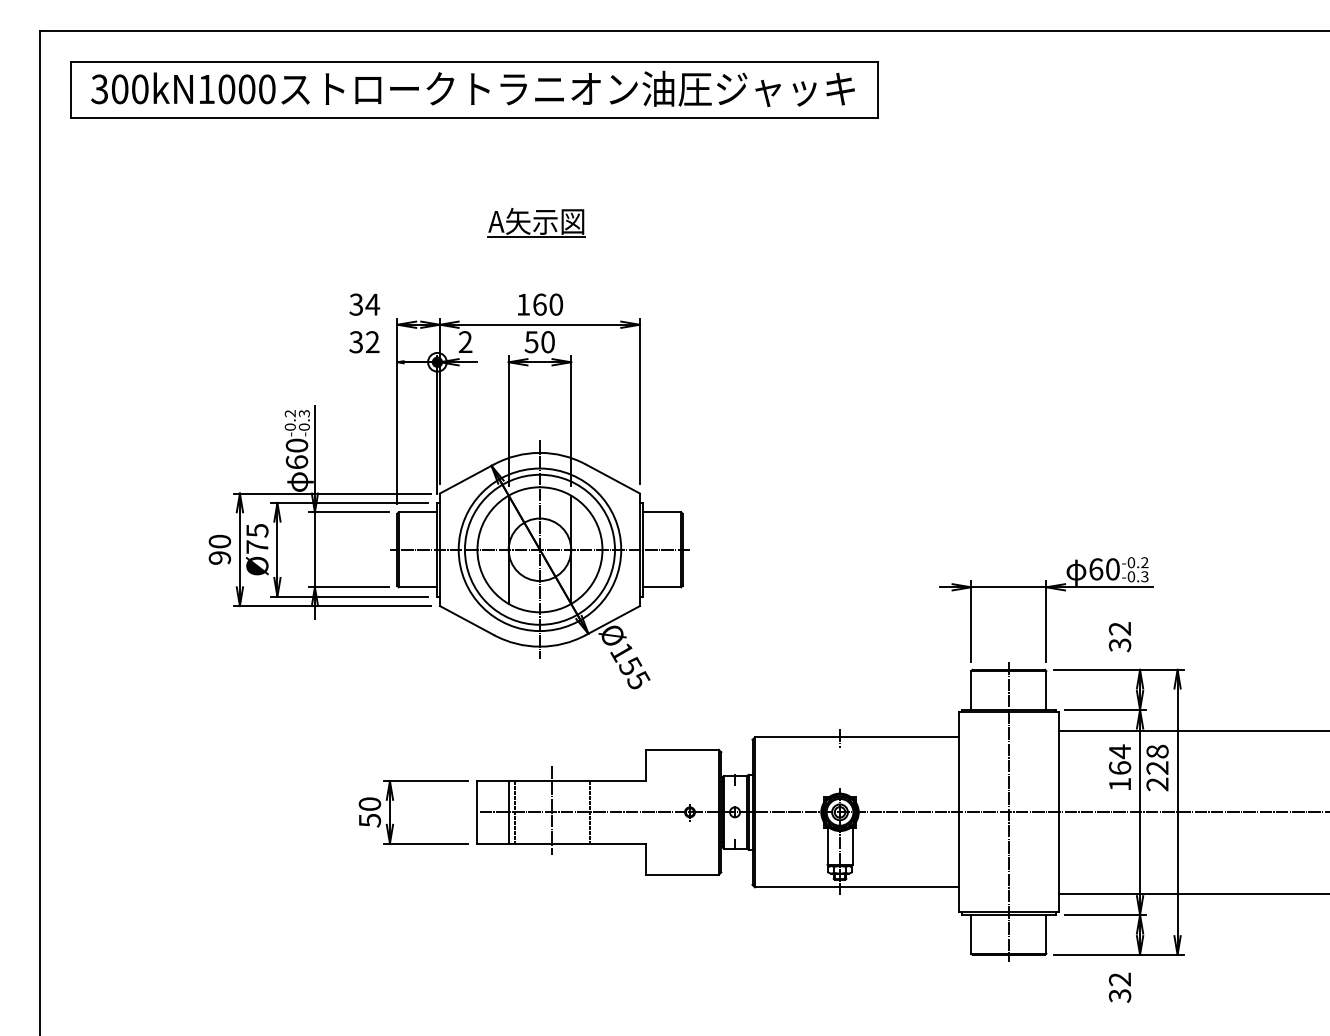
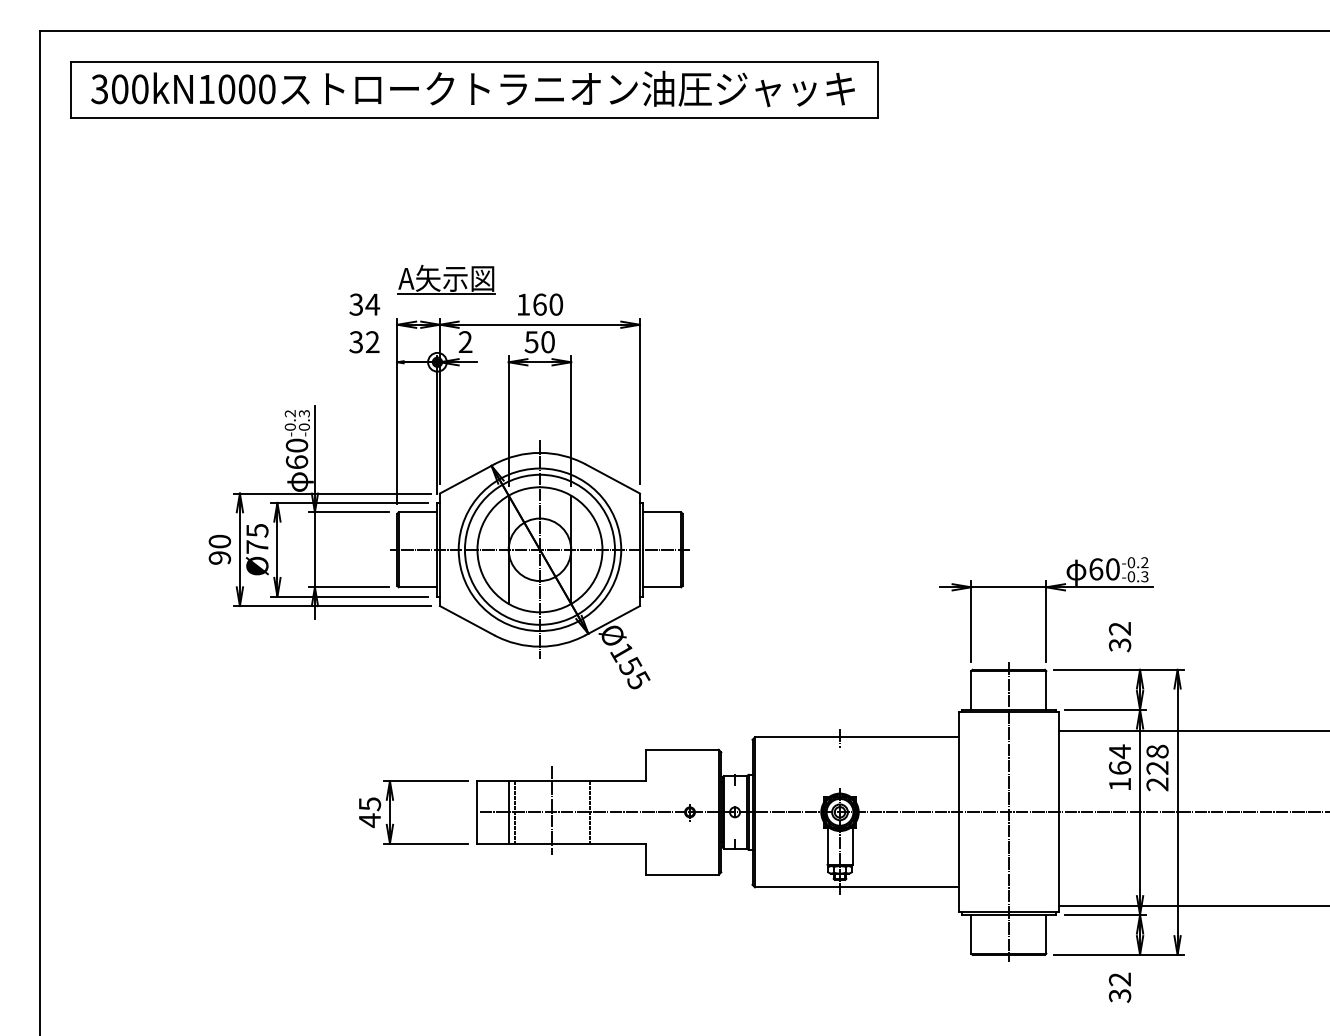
part at (536, 222) position: (536, 222) -> (446, 279)
text at (369, 812): 50 -> 45
line at (1192, 893) position: (1192, 893) -> (1192, 905)
